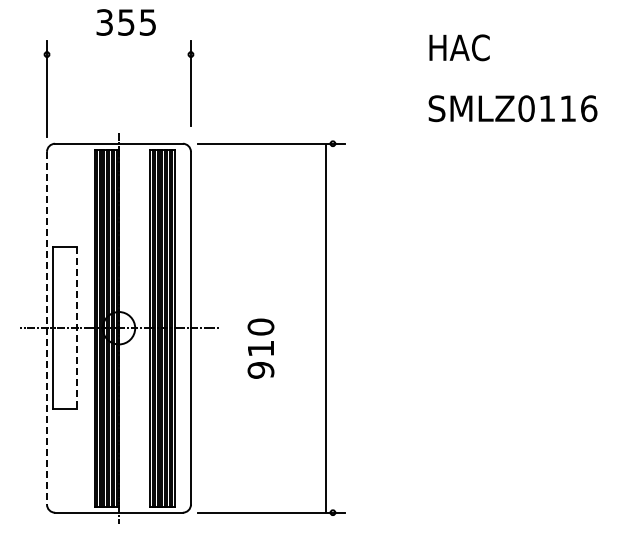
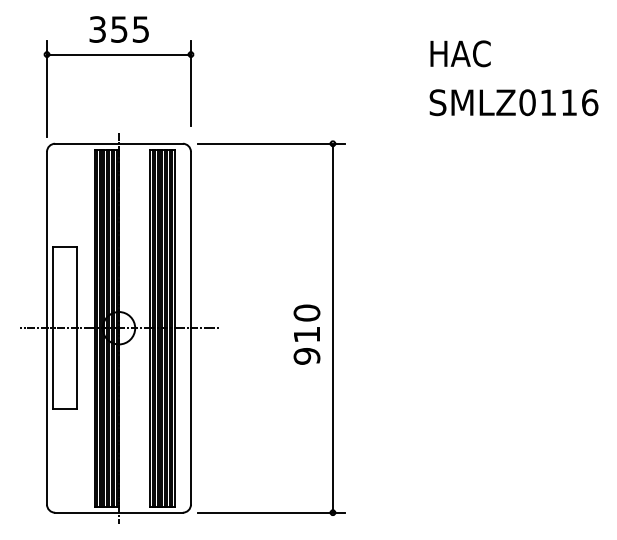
text at (125, 22) position: (125, 22) -> (118, 29)
text at (459, 47) position: (459, 47) -> (460, 53)
line at (118, 54): none -> present
text at (512, 108) position: (512, 108) -> (513, 102)
line at (325, 327) position: (325, 327) -> (332, 327)
line at (47, 328): dashed -> solid
line at (77, 328): dashed -> solid
text at (260, 348) position: (260, 348) -> (306, 334)
